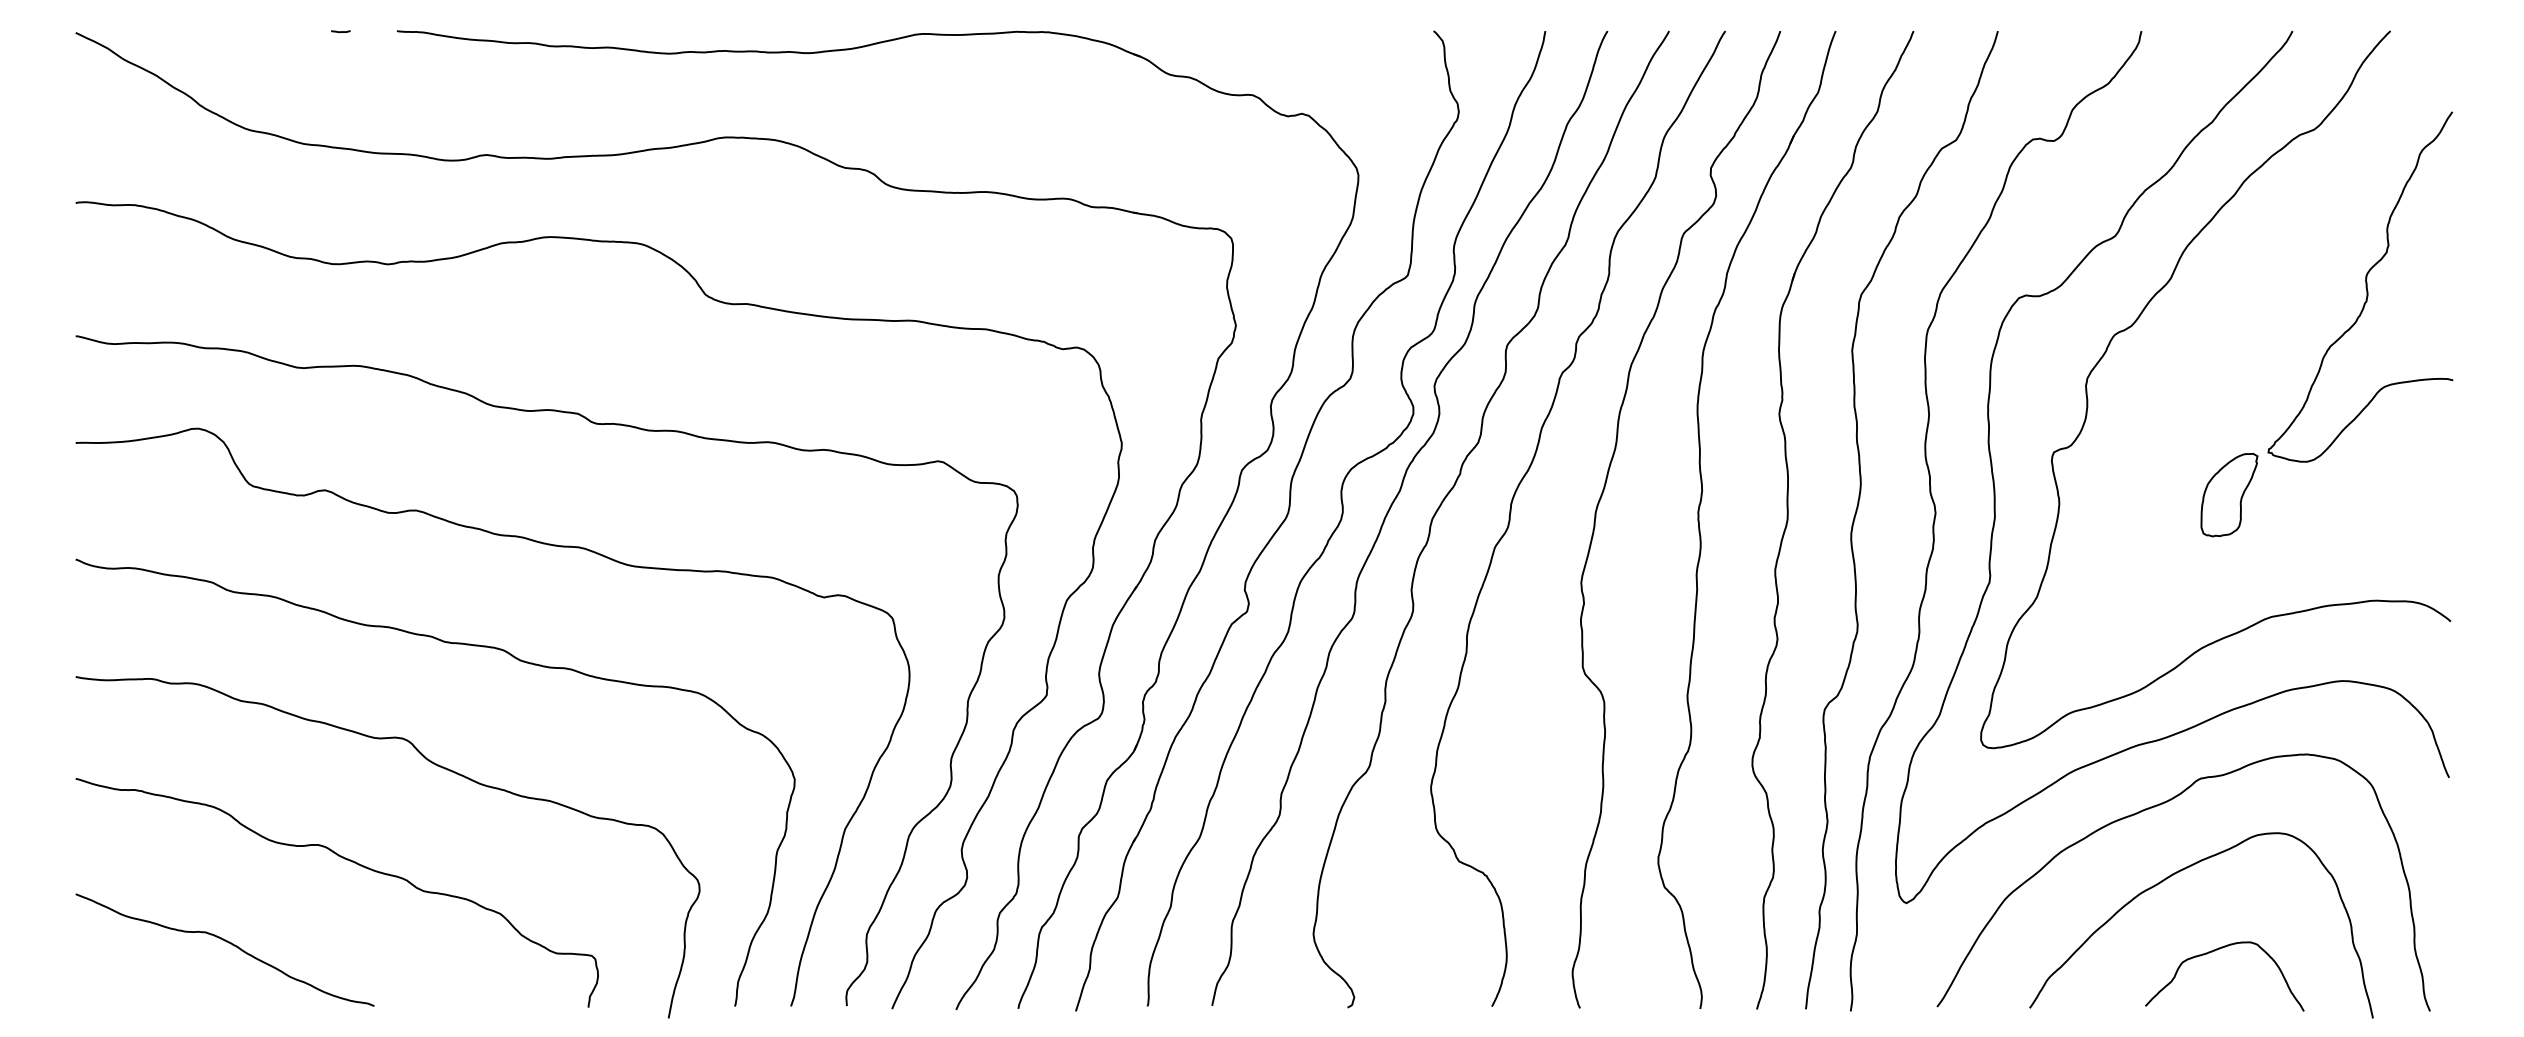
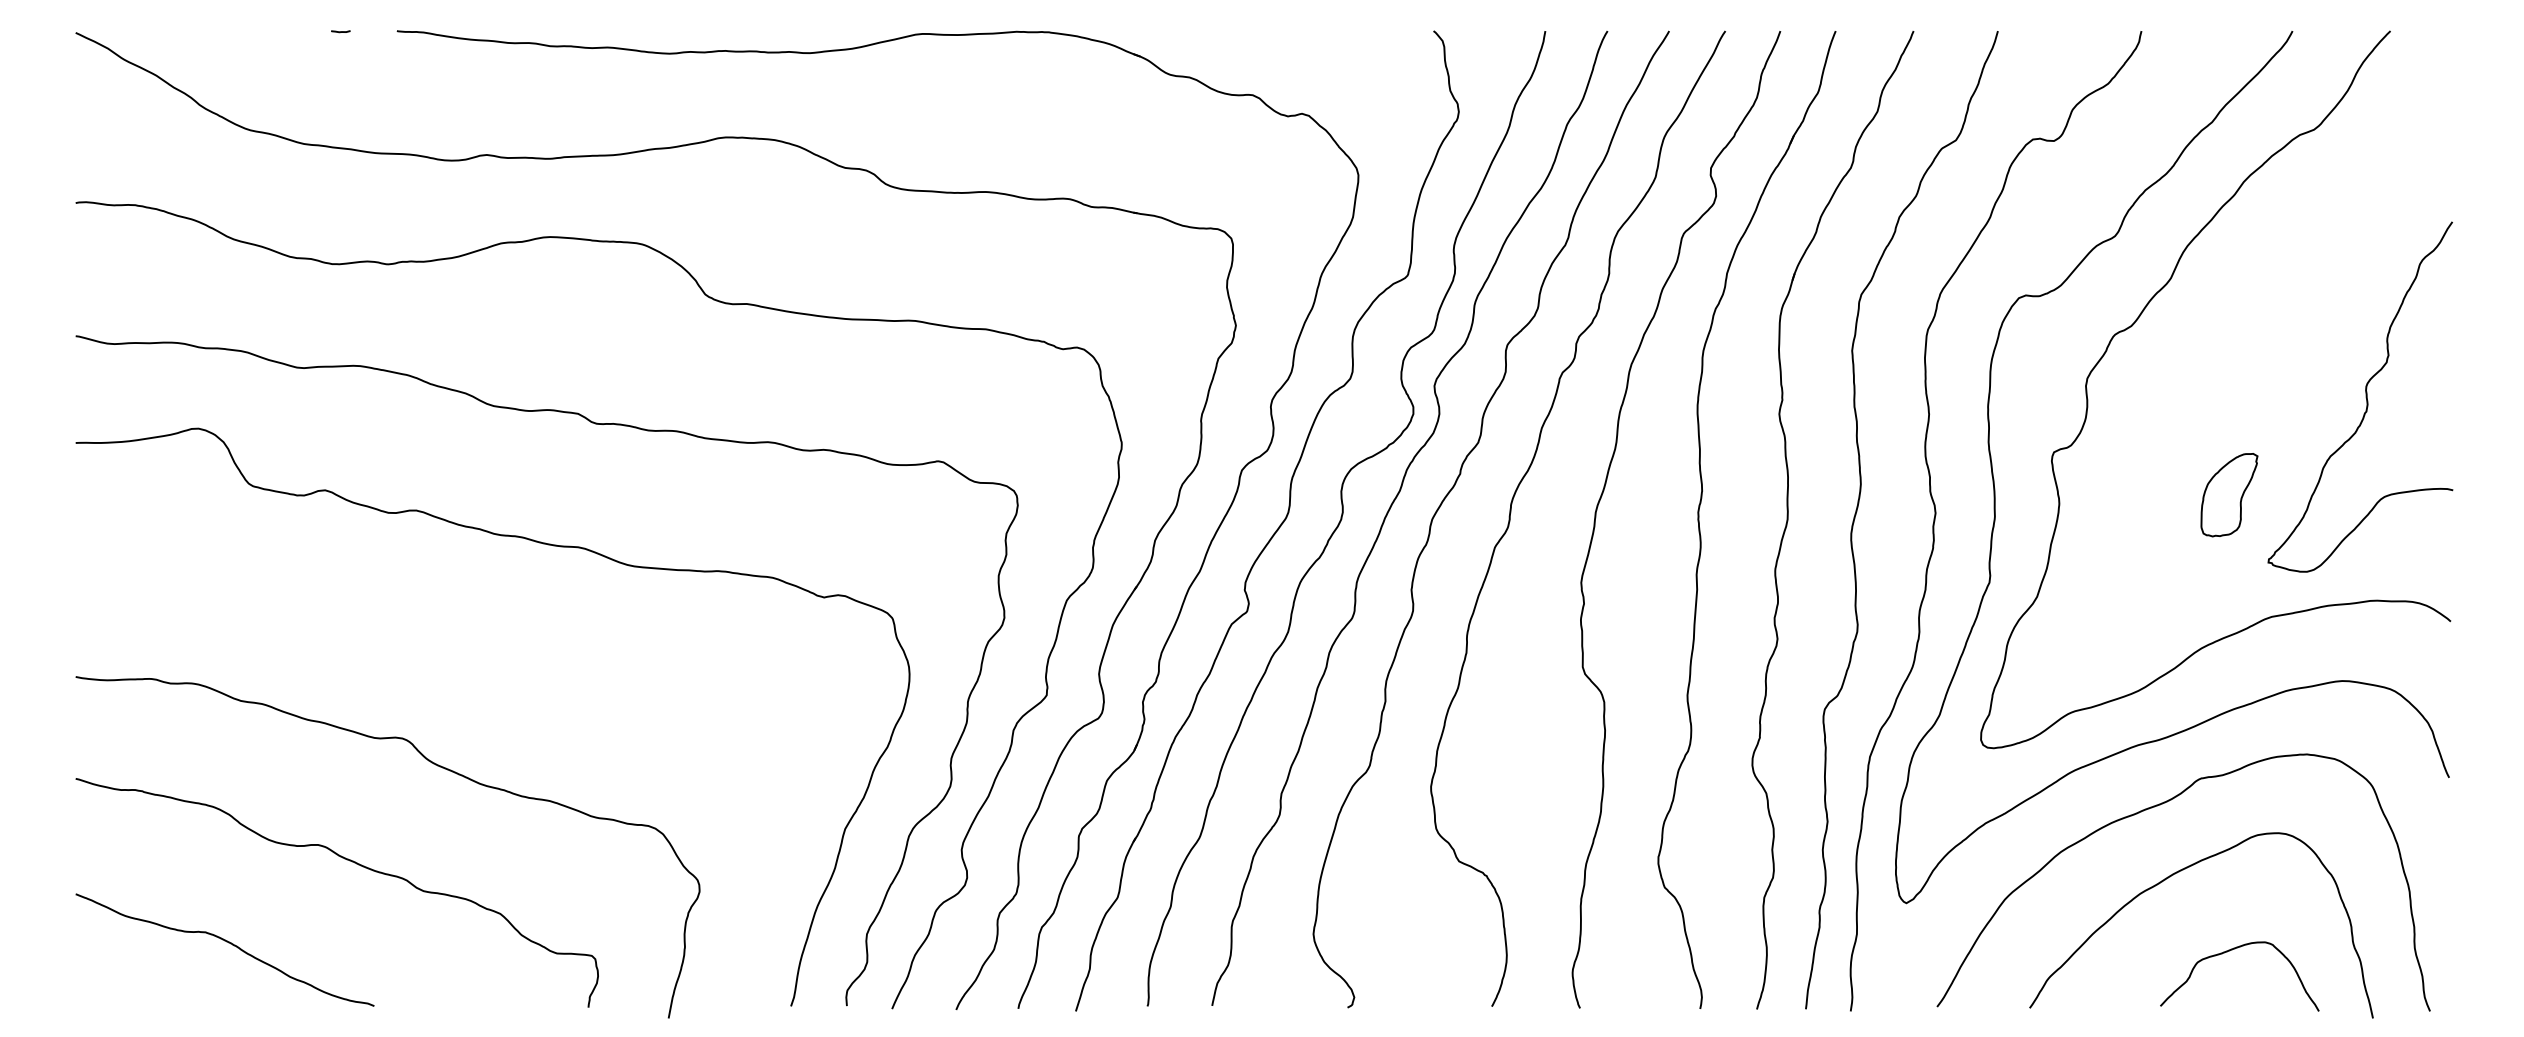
curve at (2365, 286) position: (2365, 286) -> (2365, 396)
curve at (447, 643): present -> none
curve at (2212, 952) position: (2212, 952) -> (2227, 952)
